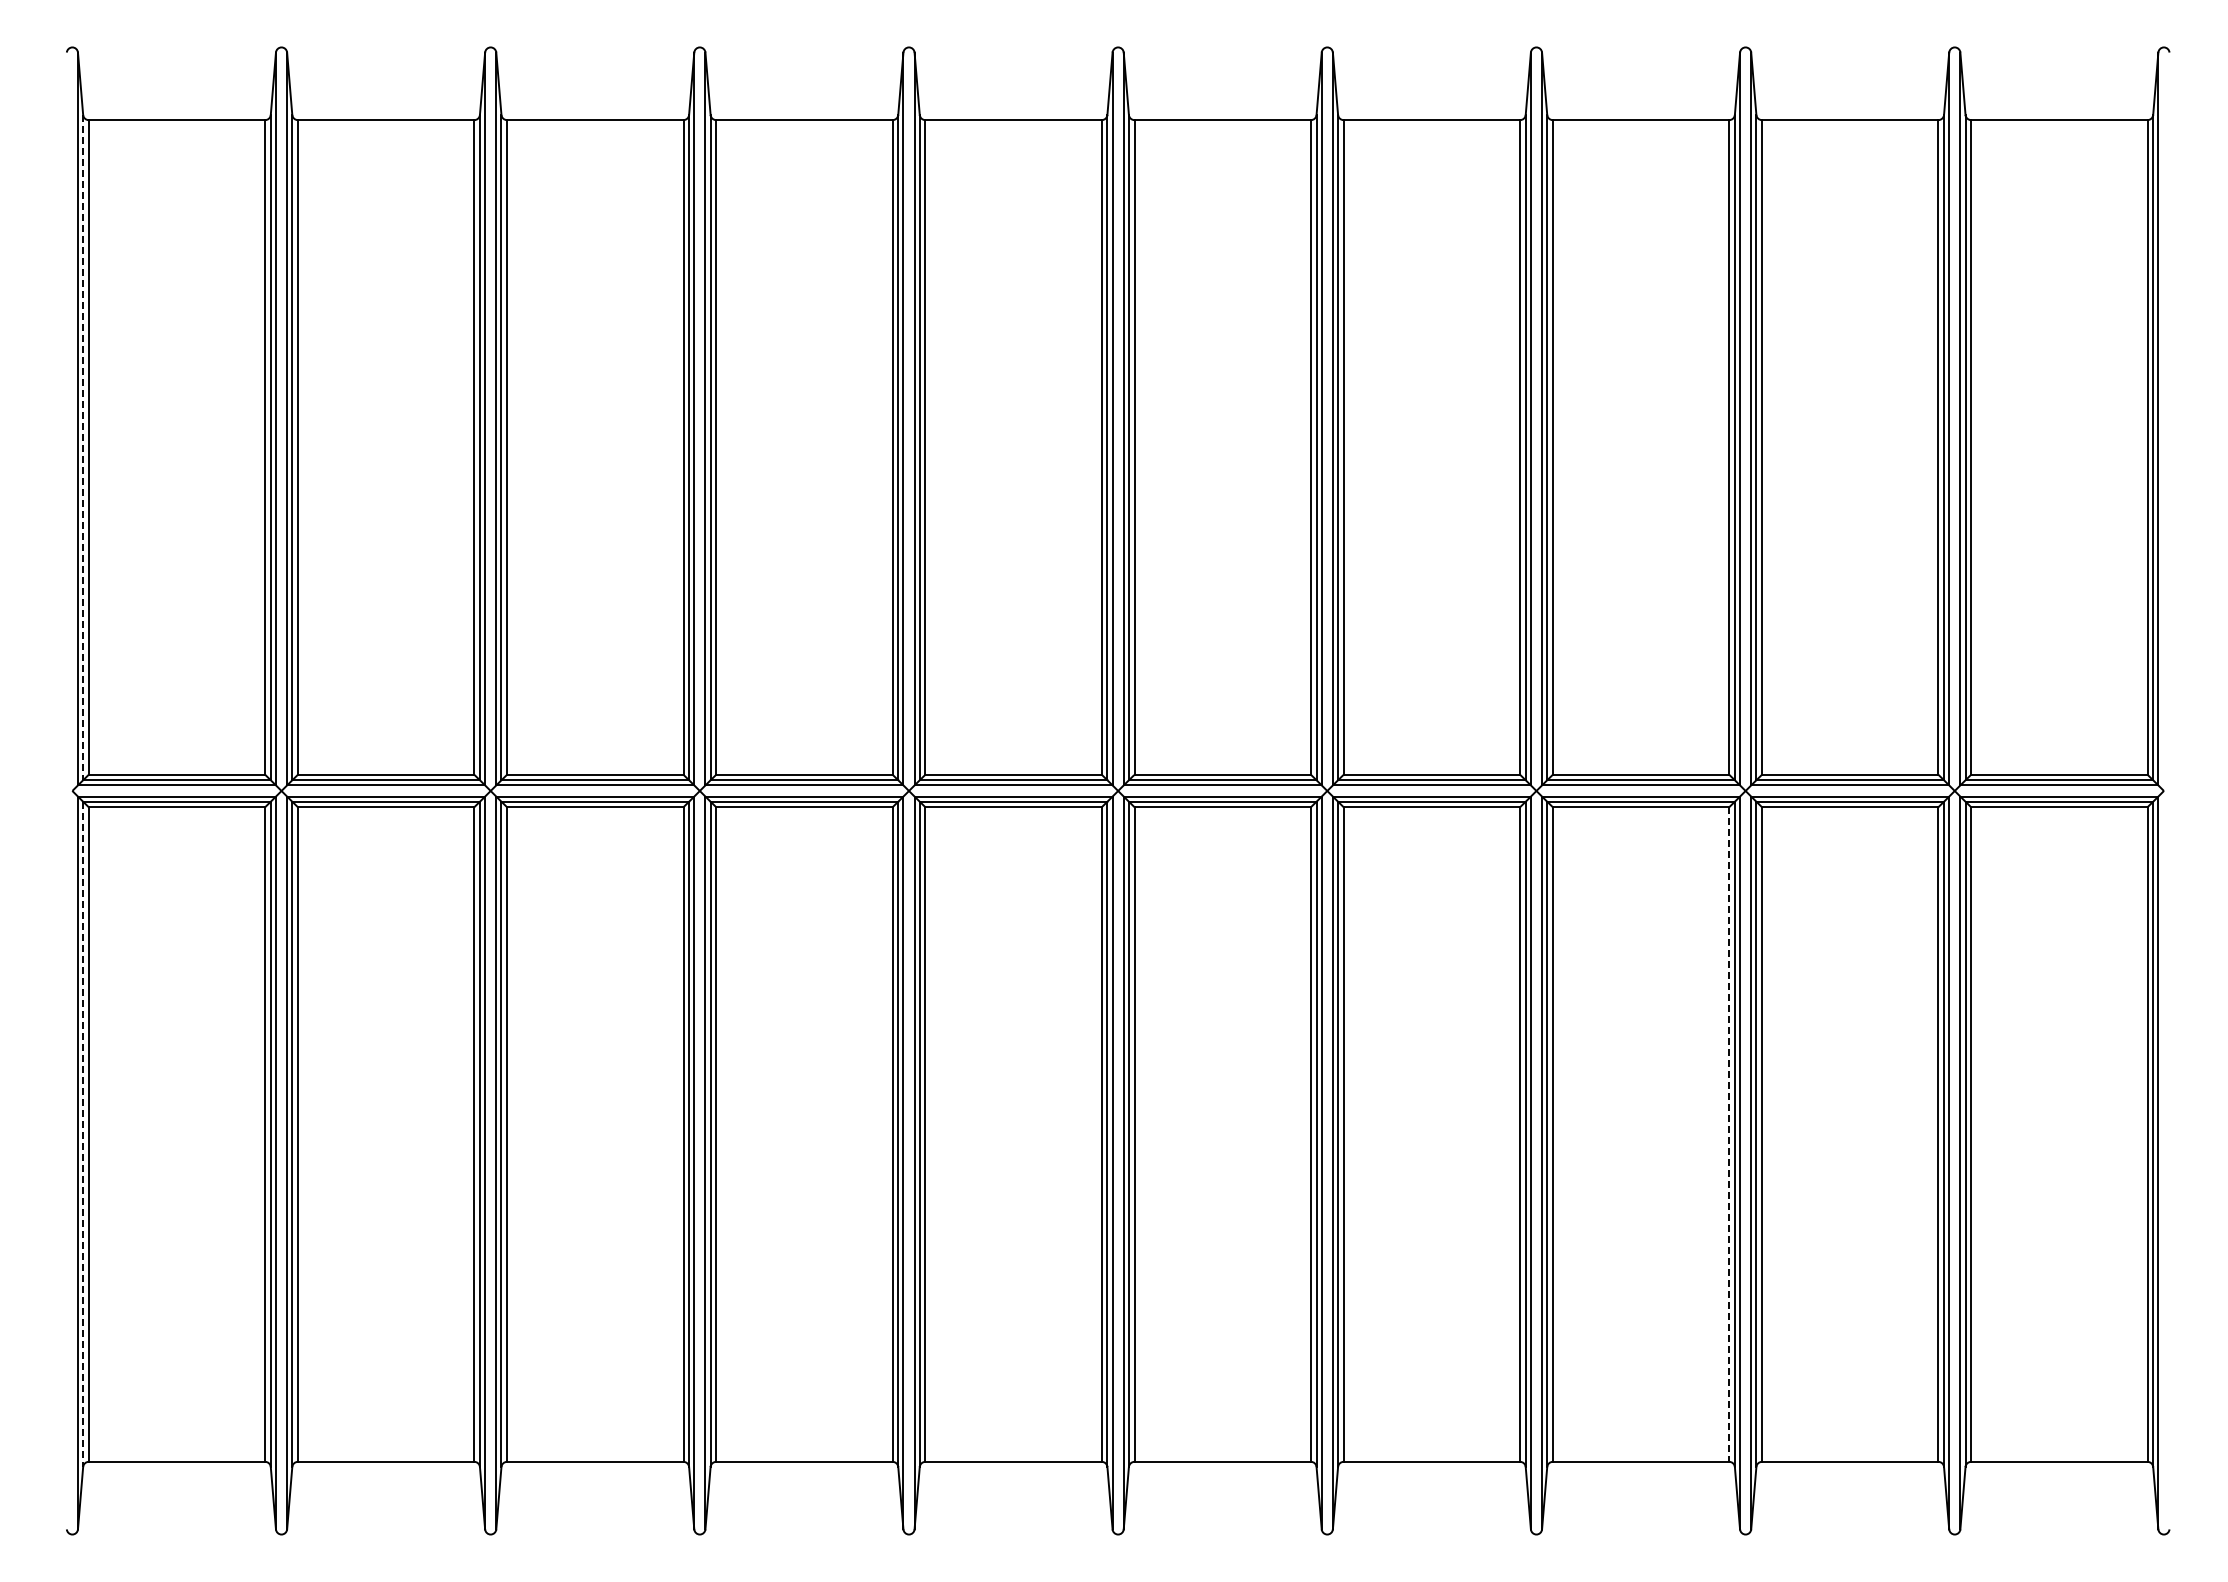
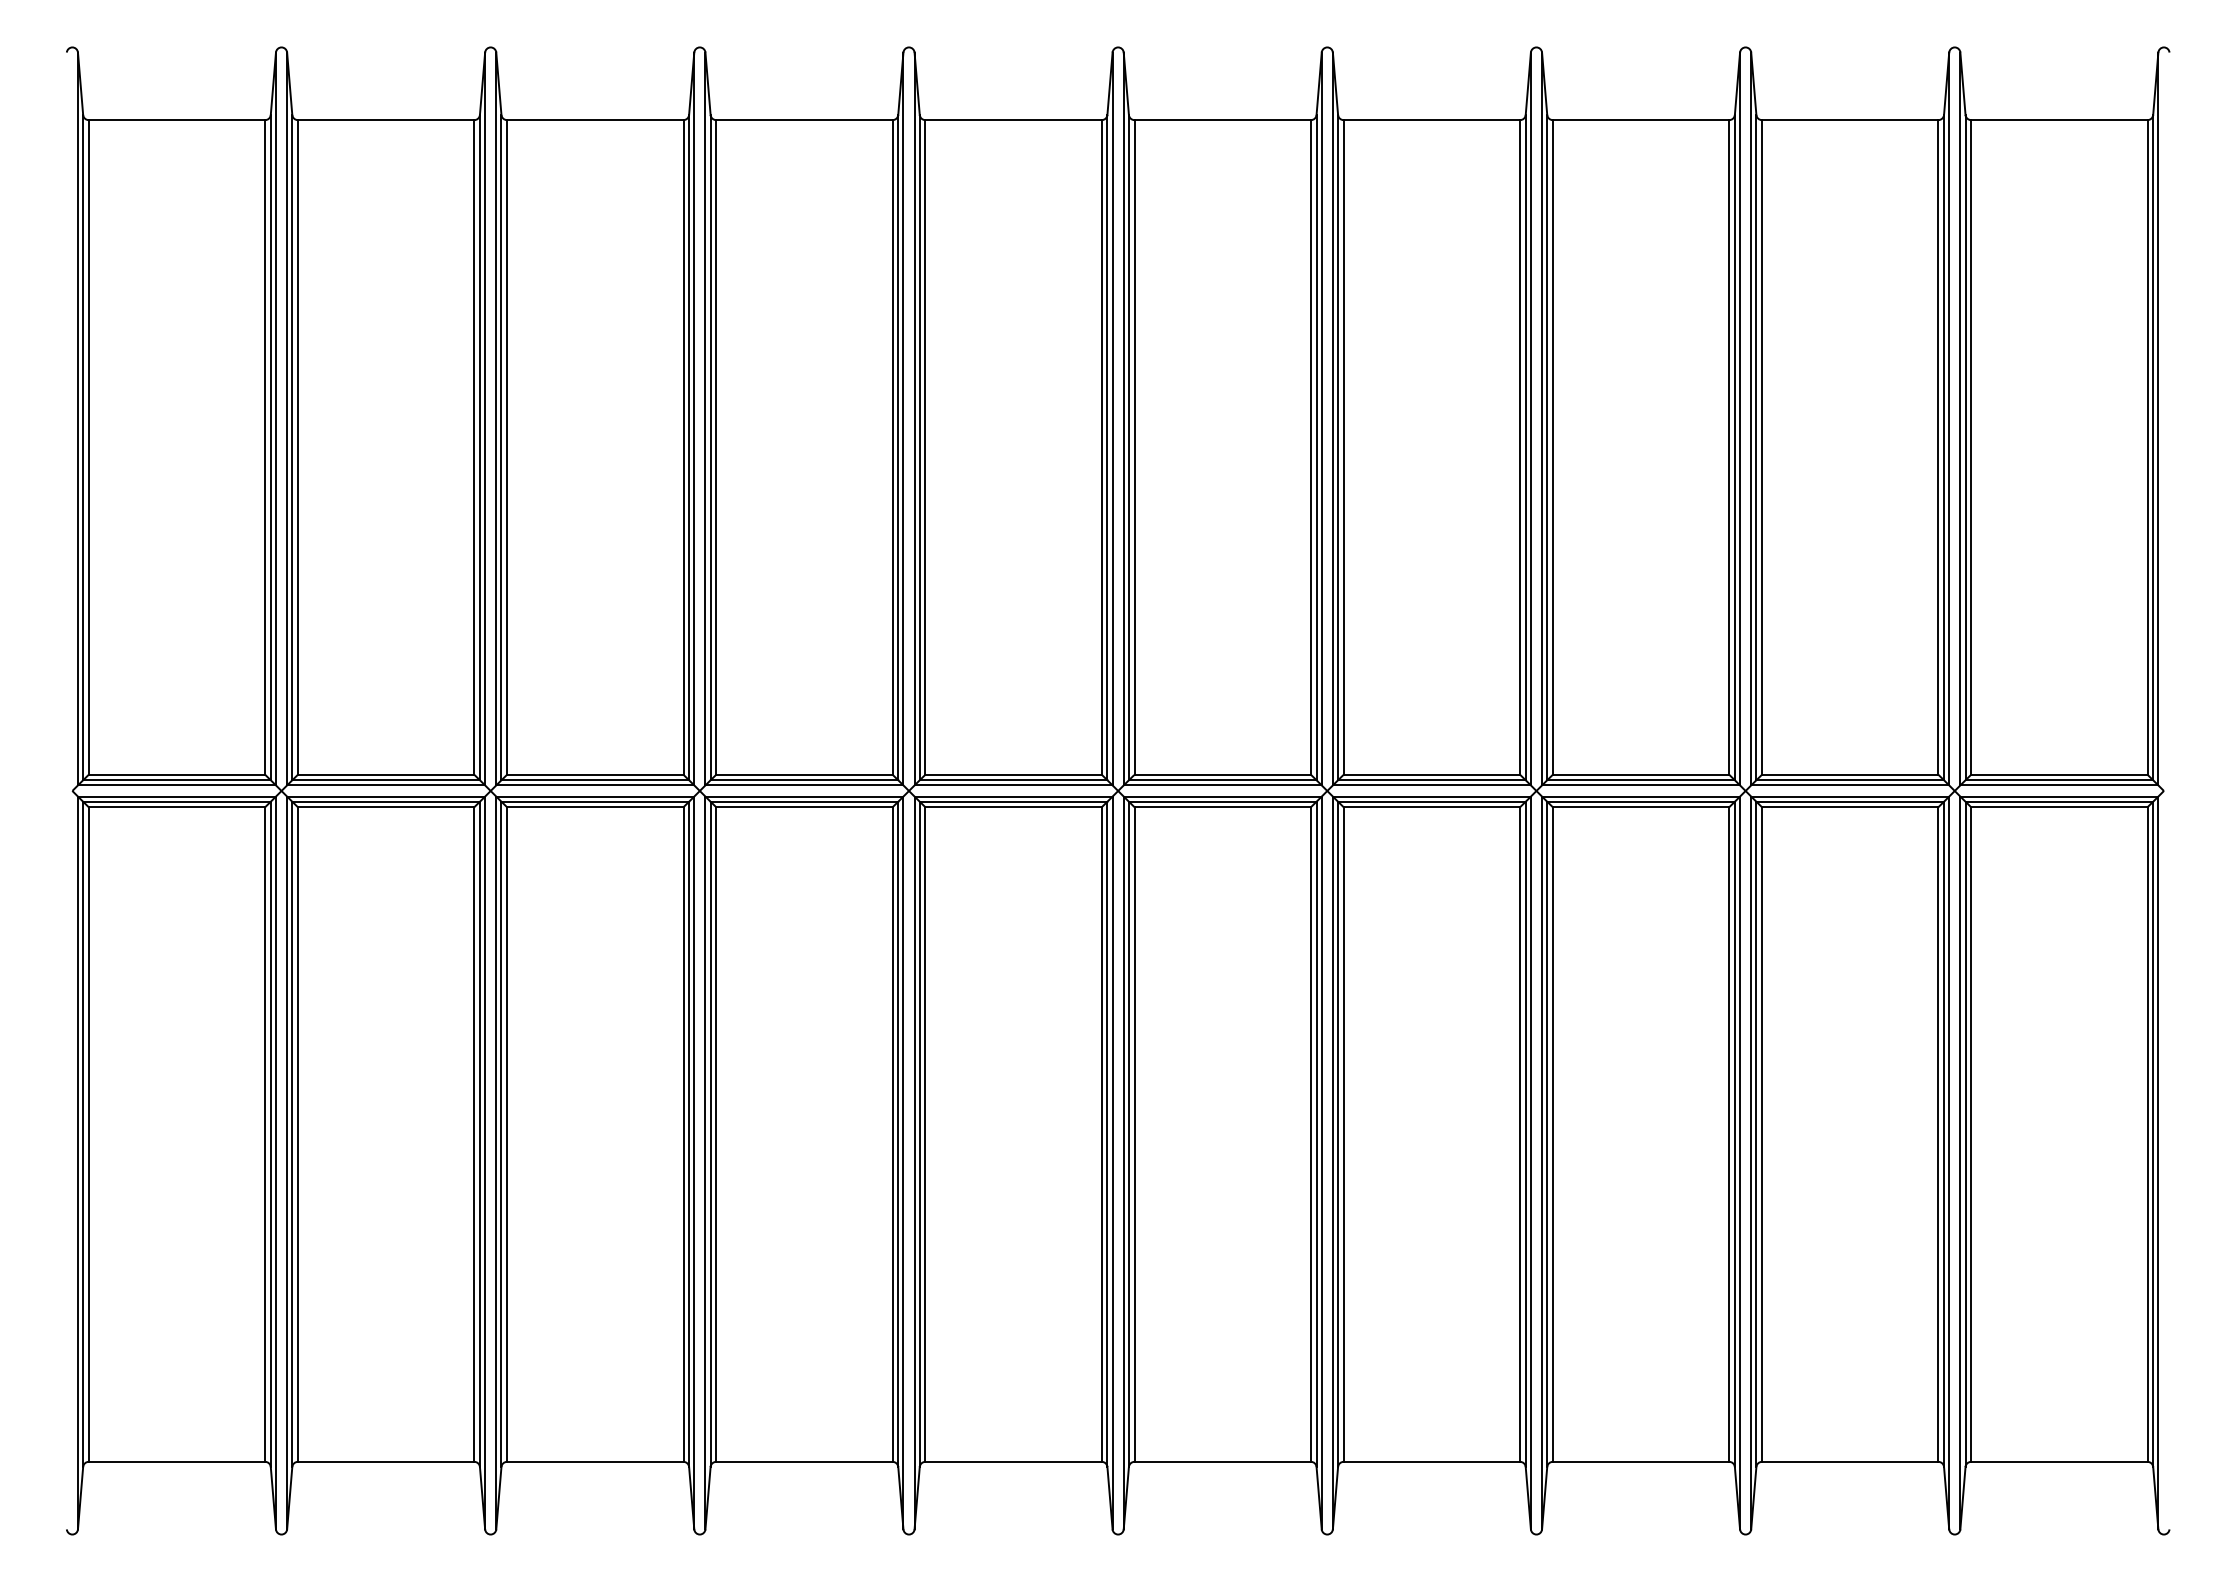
line at (83, 447): dashed -> solid
line at (83, 1134): dashed -> solid
line at (1729, 1135): dashed -> solid
